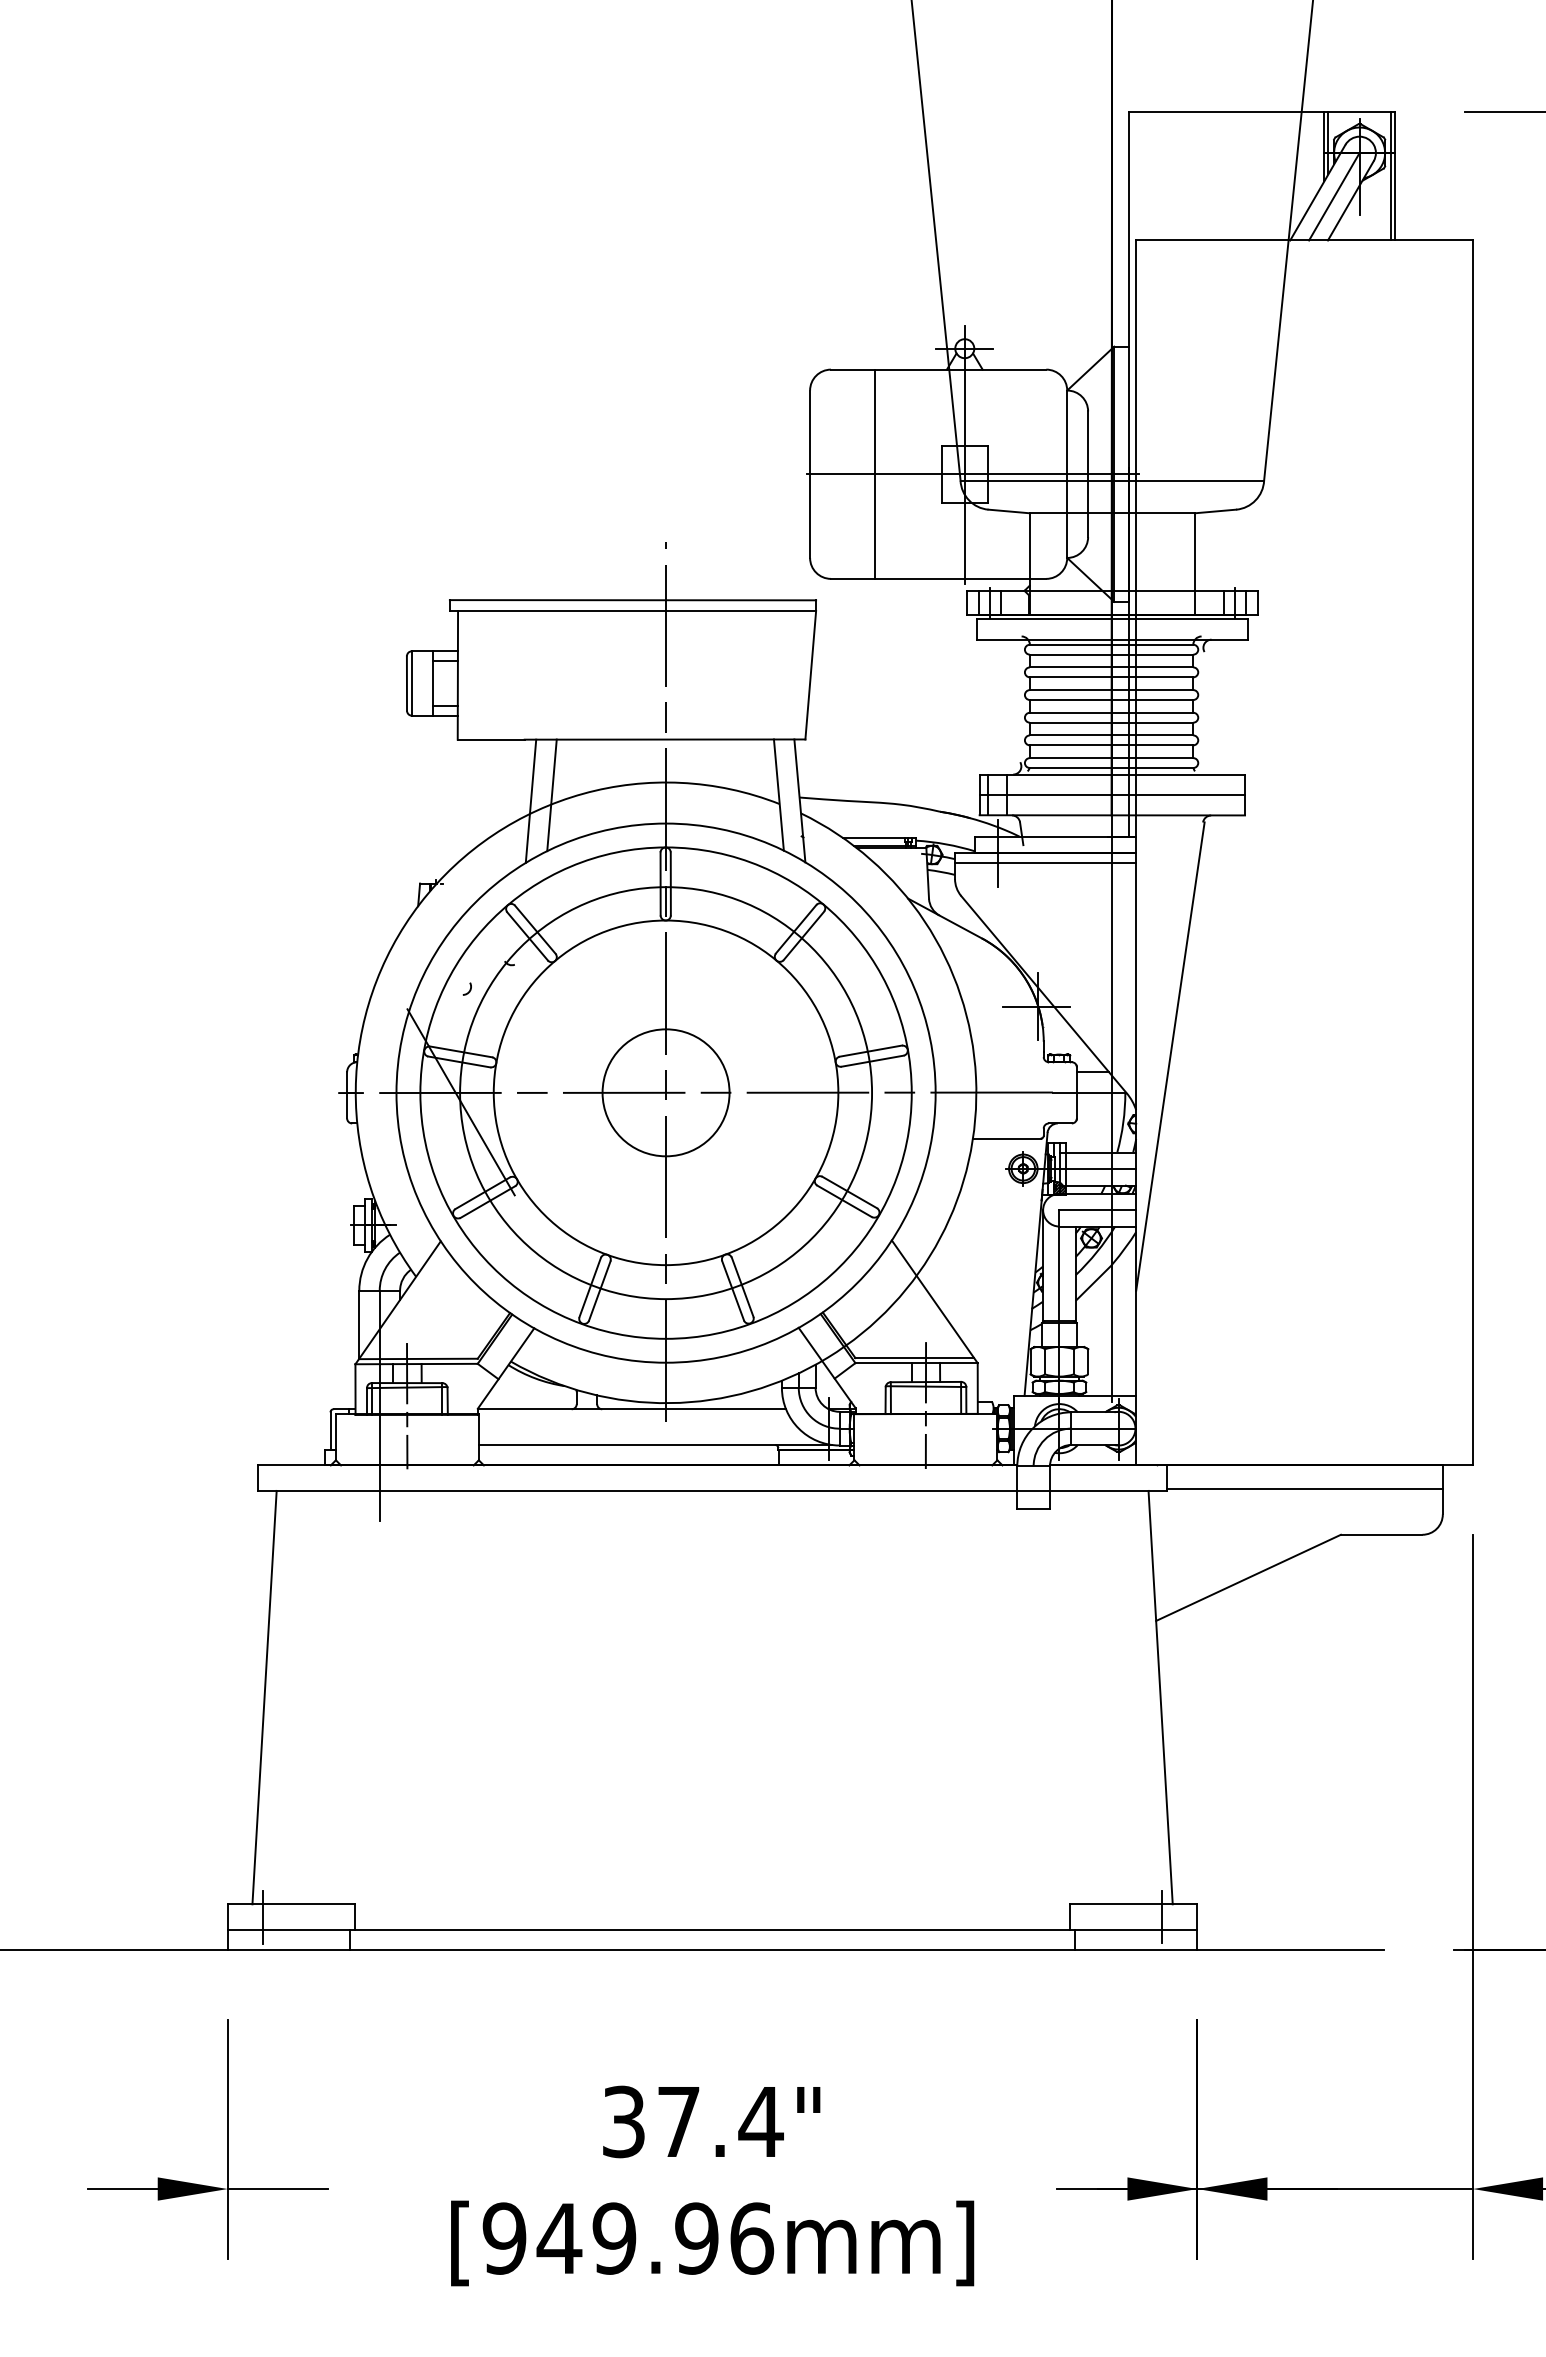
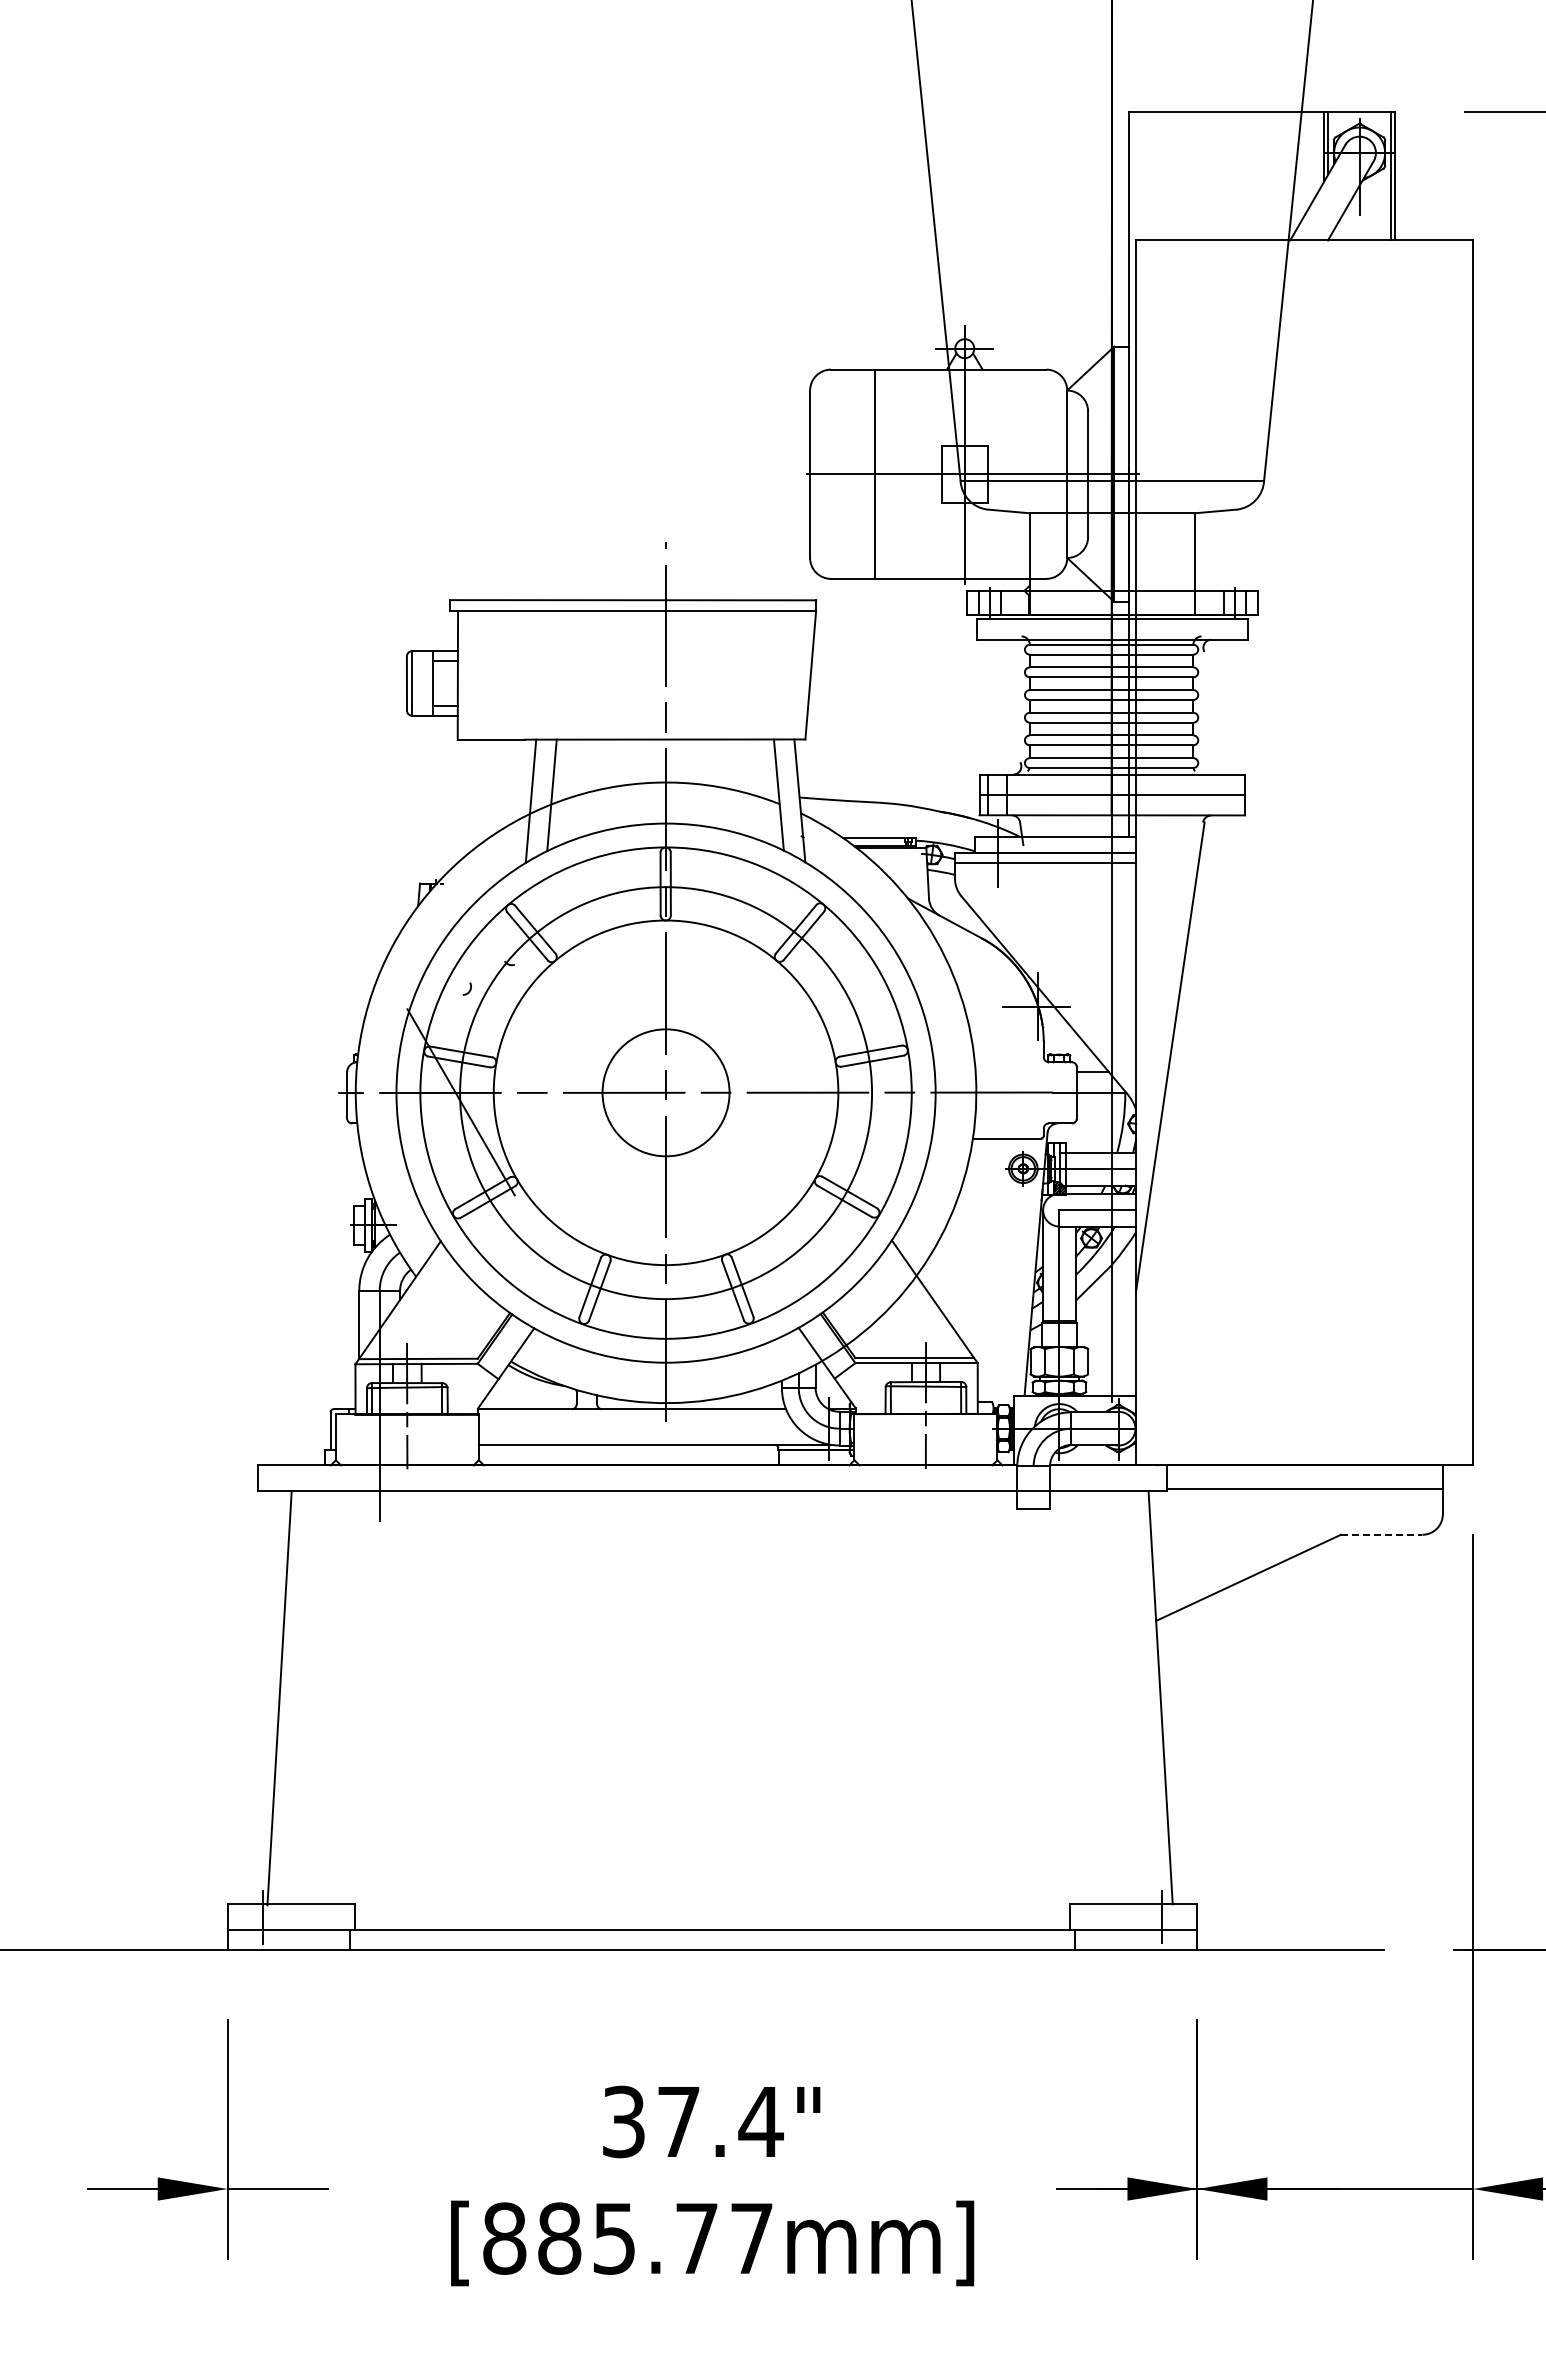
line at (1334, 196): present -> none
line at (1381, 1534): solid -> dashed
line at (264, 1697) position: (264, 1697) -> (279, 1698)
text at (628, 2238): [949.96mm] -> [885.77mm]
